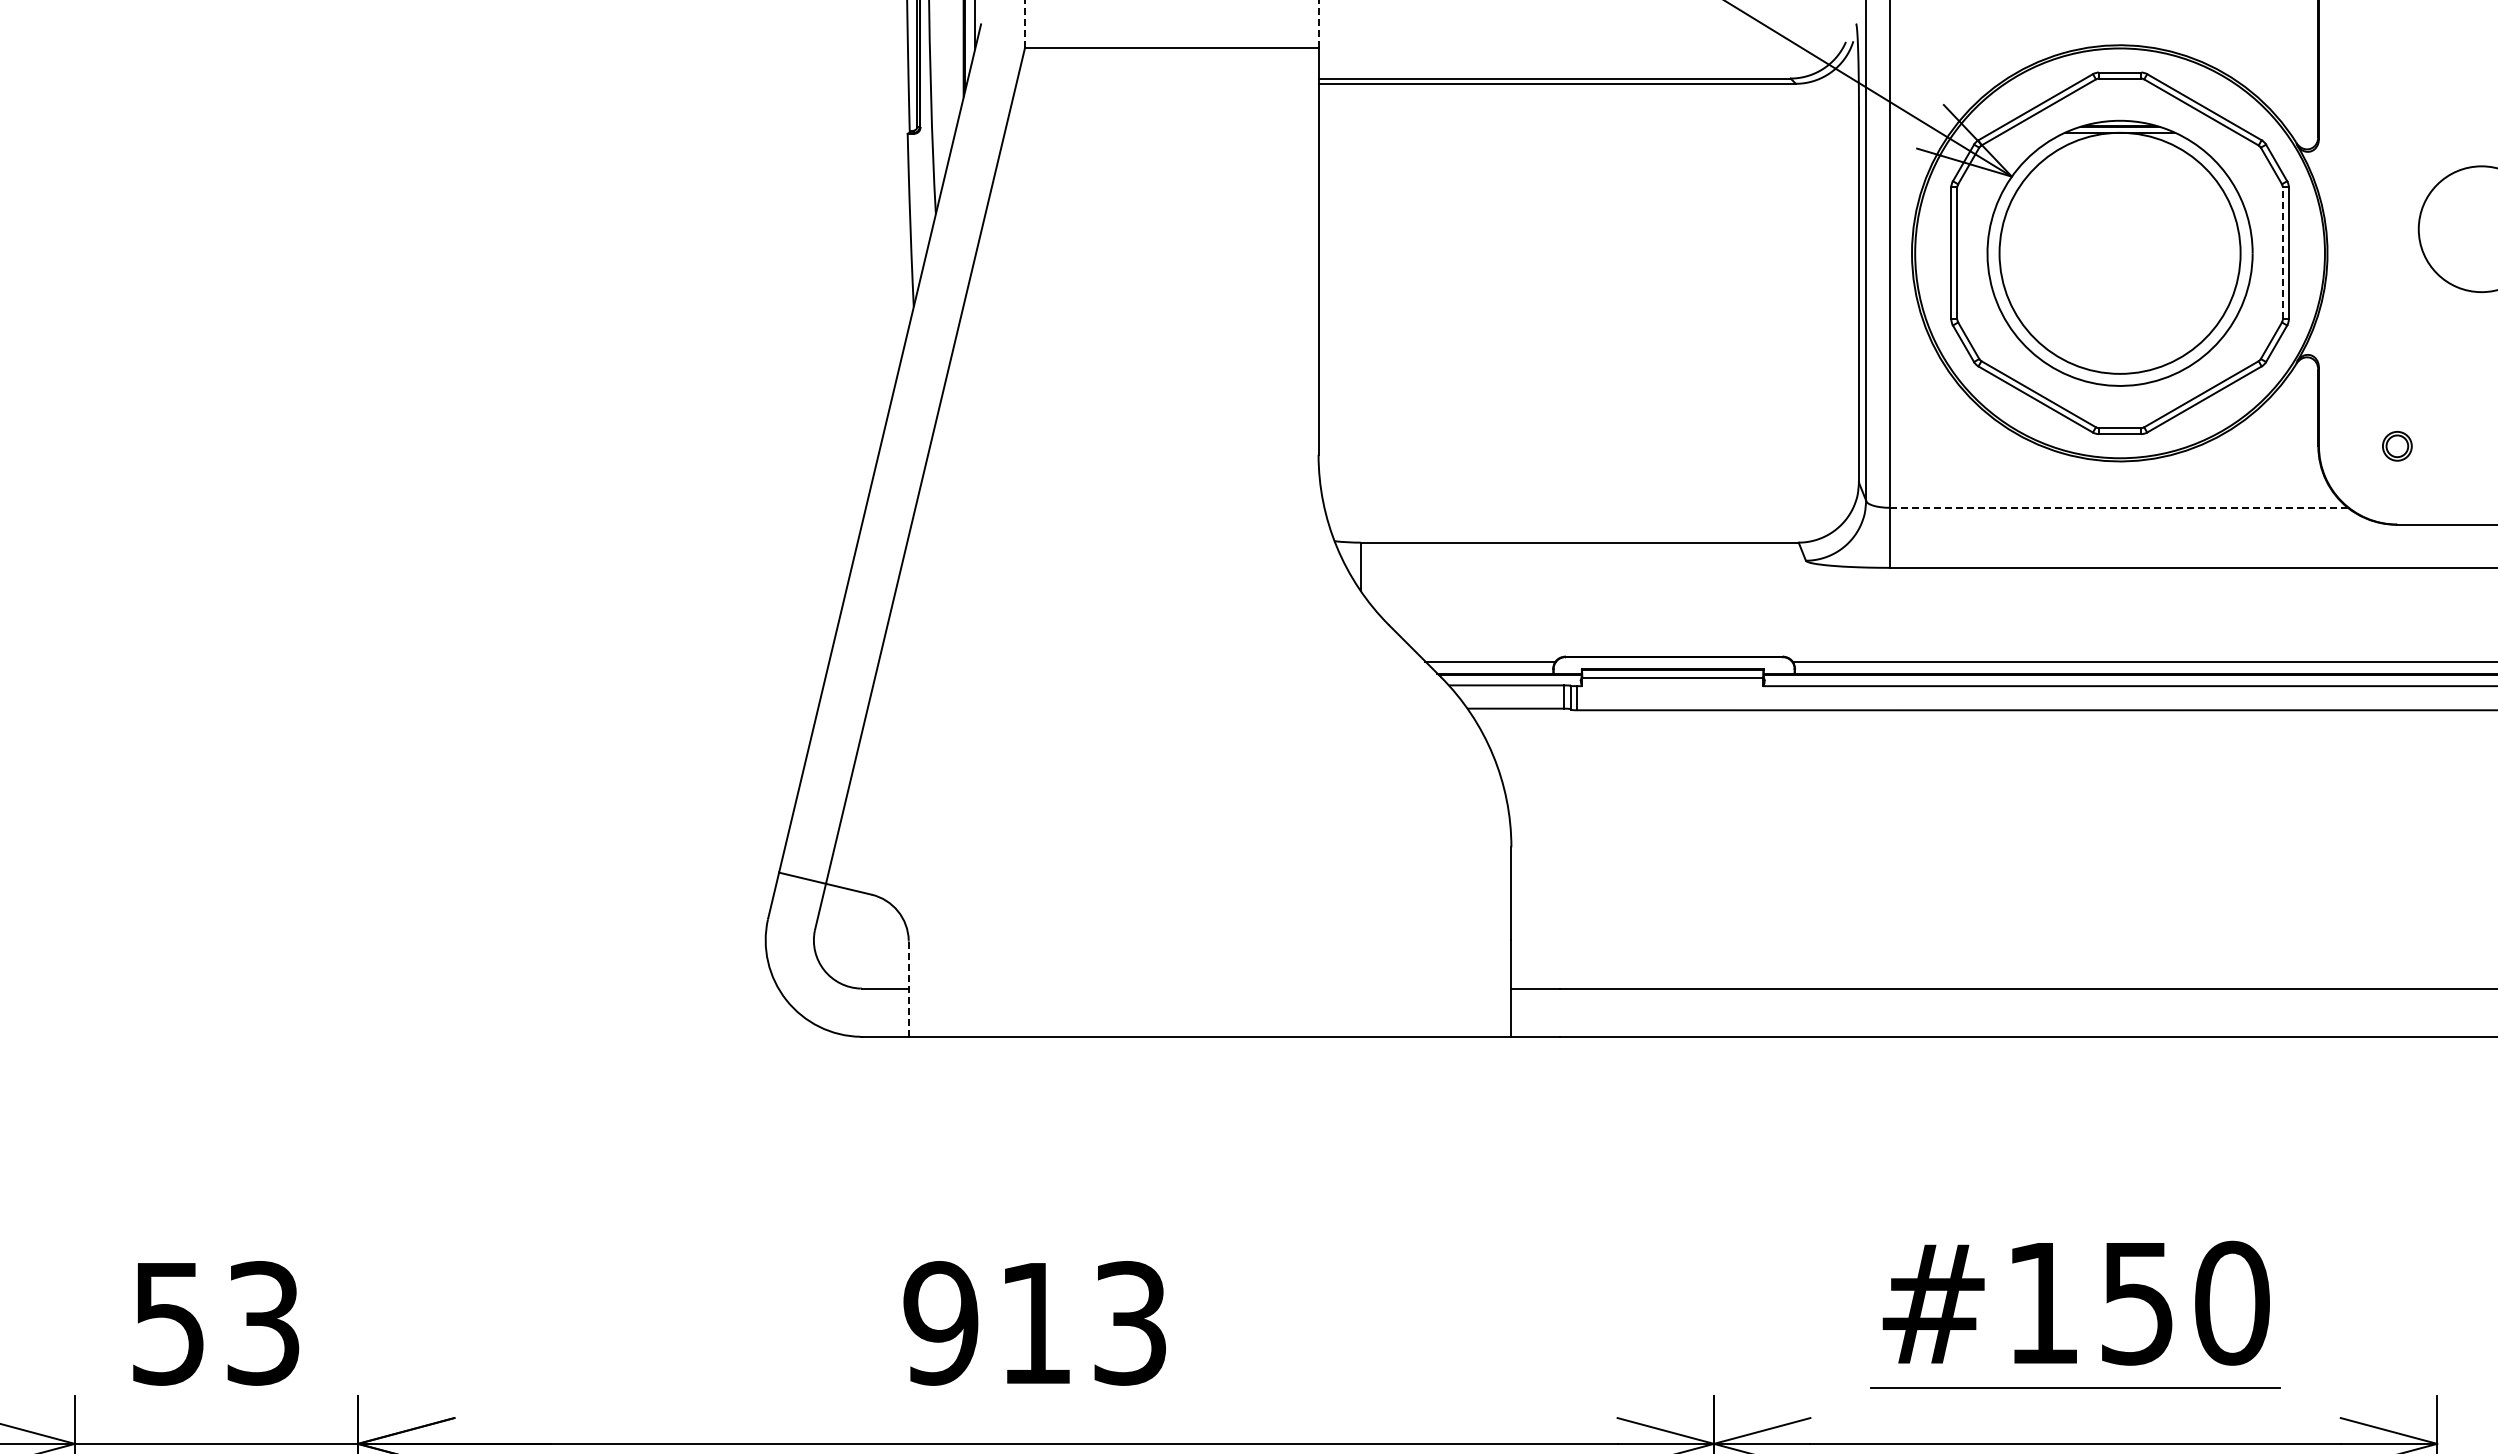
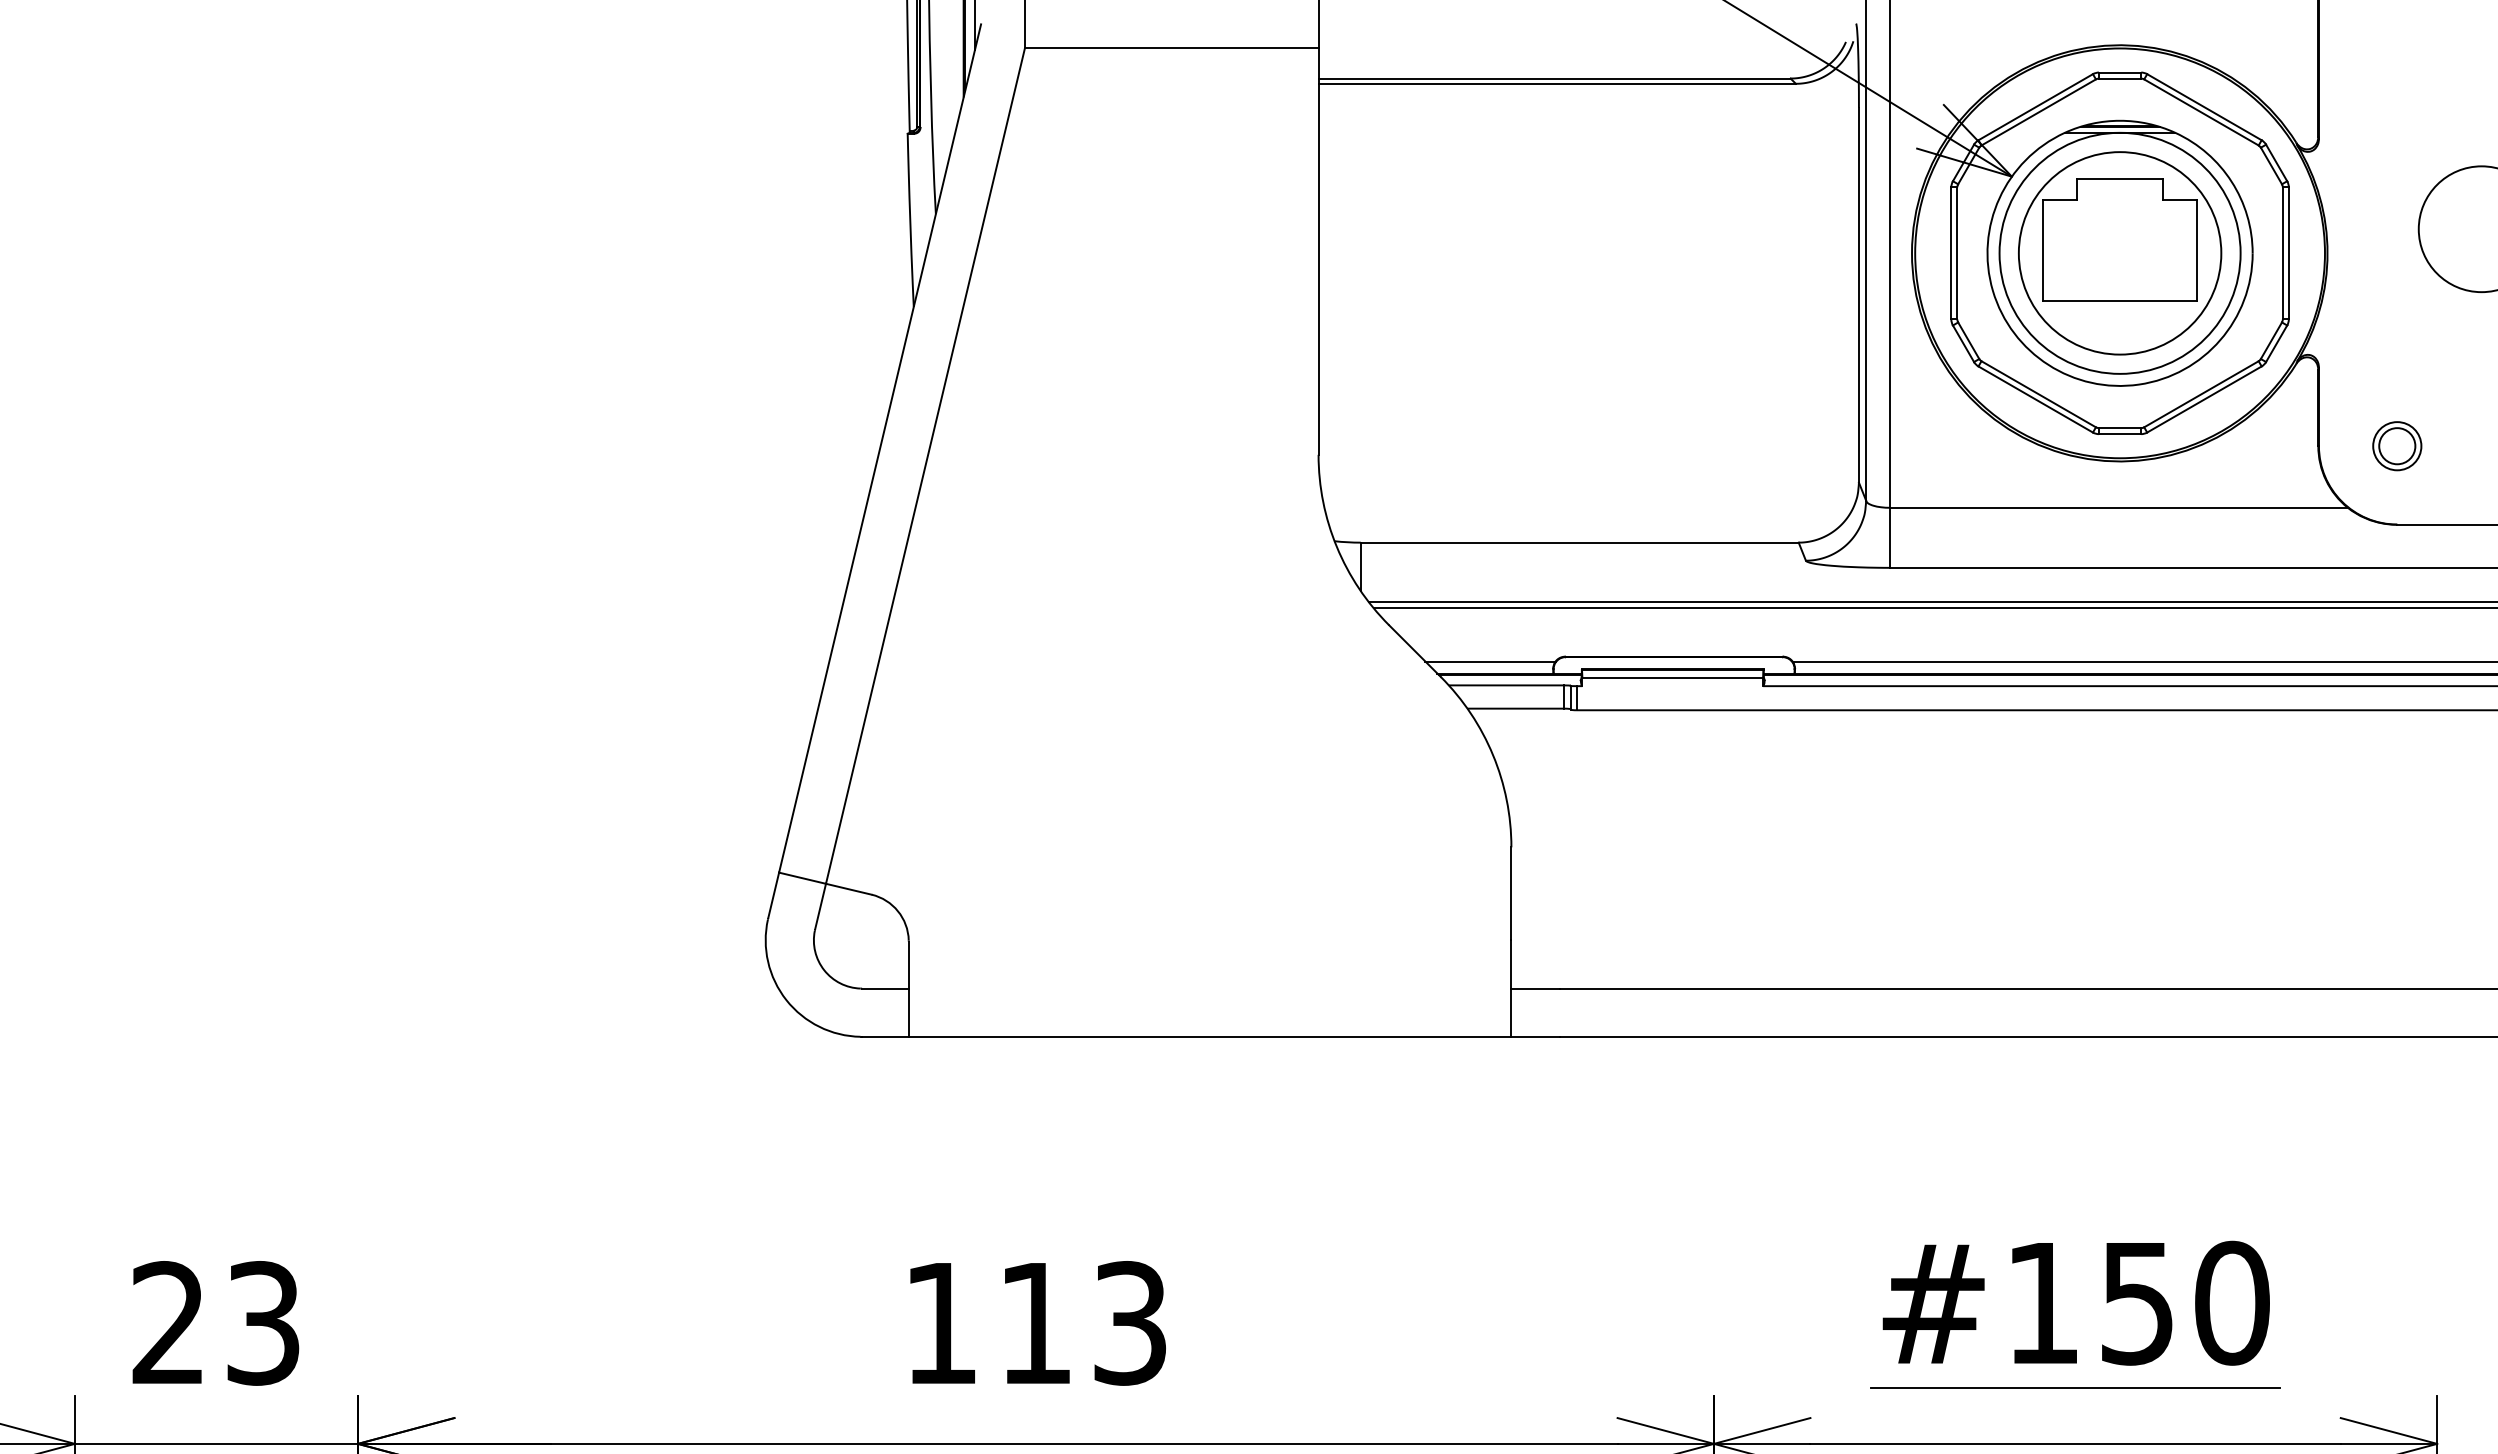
line at (1024, 24): dashed -> solid
line at (1318, 24): dashed -> solid
line at (2282, 252): dashed -> solid
part at (2120, 253): none -> present
part at (2397, 446) size: 31x31 px -> 51x51 px
line at (2119, 507): dashed -> solid
line at (1931, 602): none -> present
line at (1933, 608): none -> present
line at (908, 989): dashed -> solid
text at (167, 1323): 53 -> 23
text at (940, 1323): 913 -> 113
